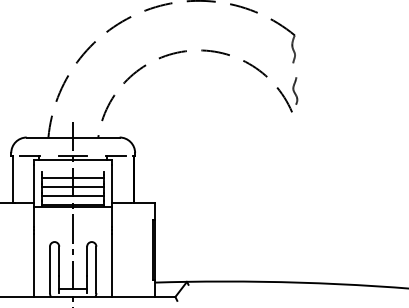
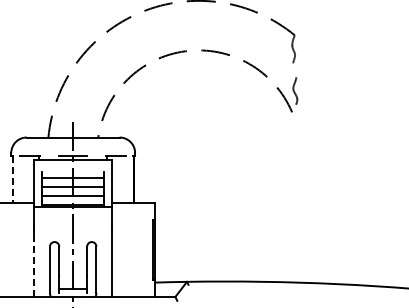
line at (12, 179): solid -> dashed
line at (34, 265): solid -> dashed
